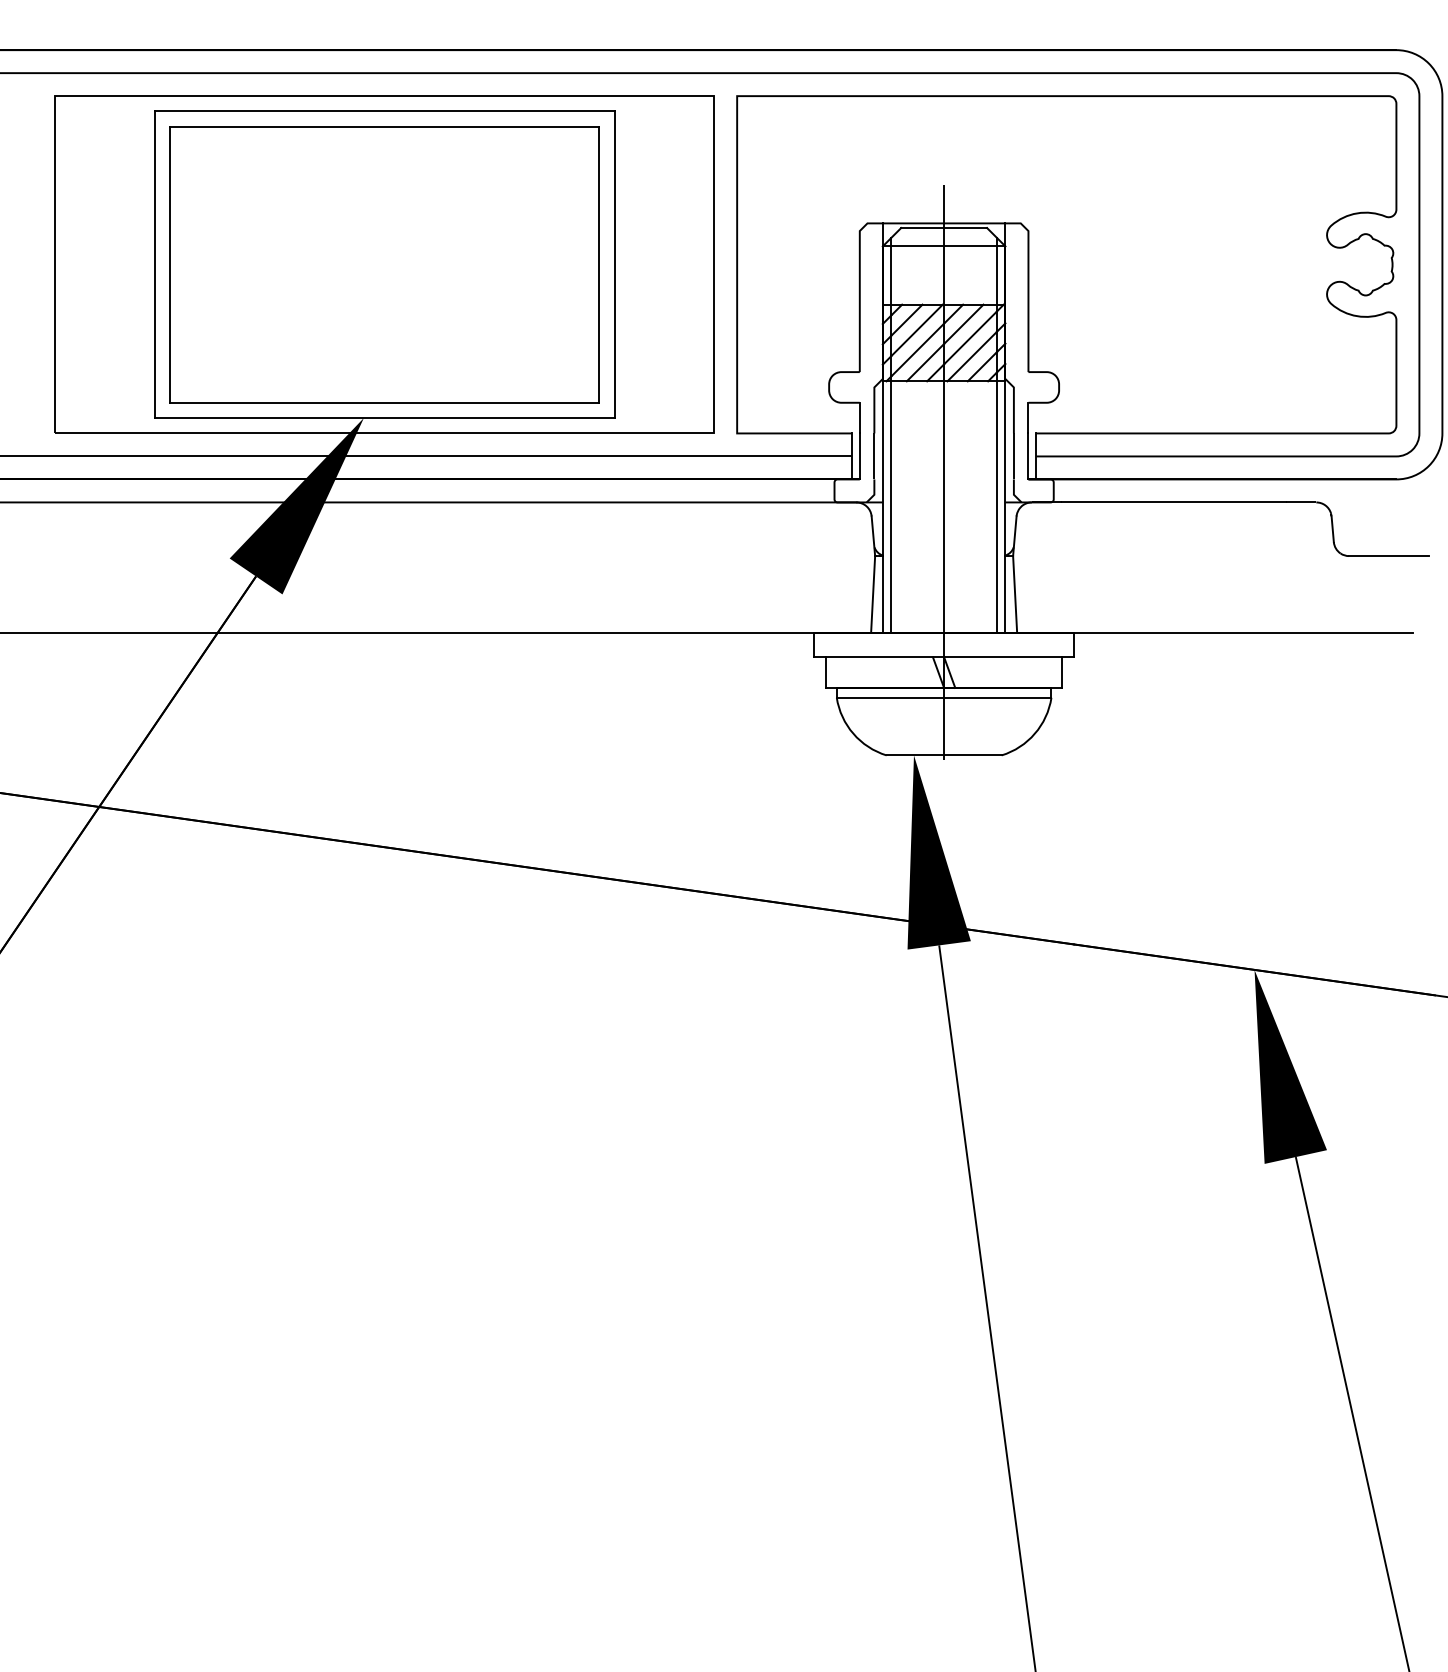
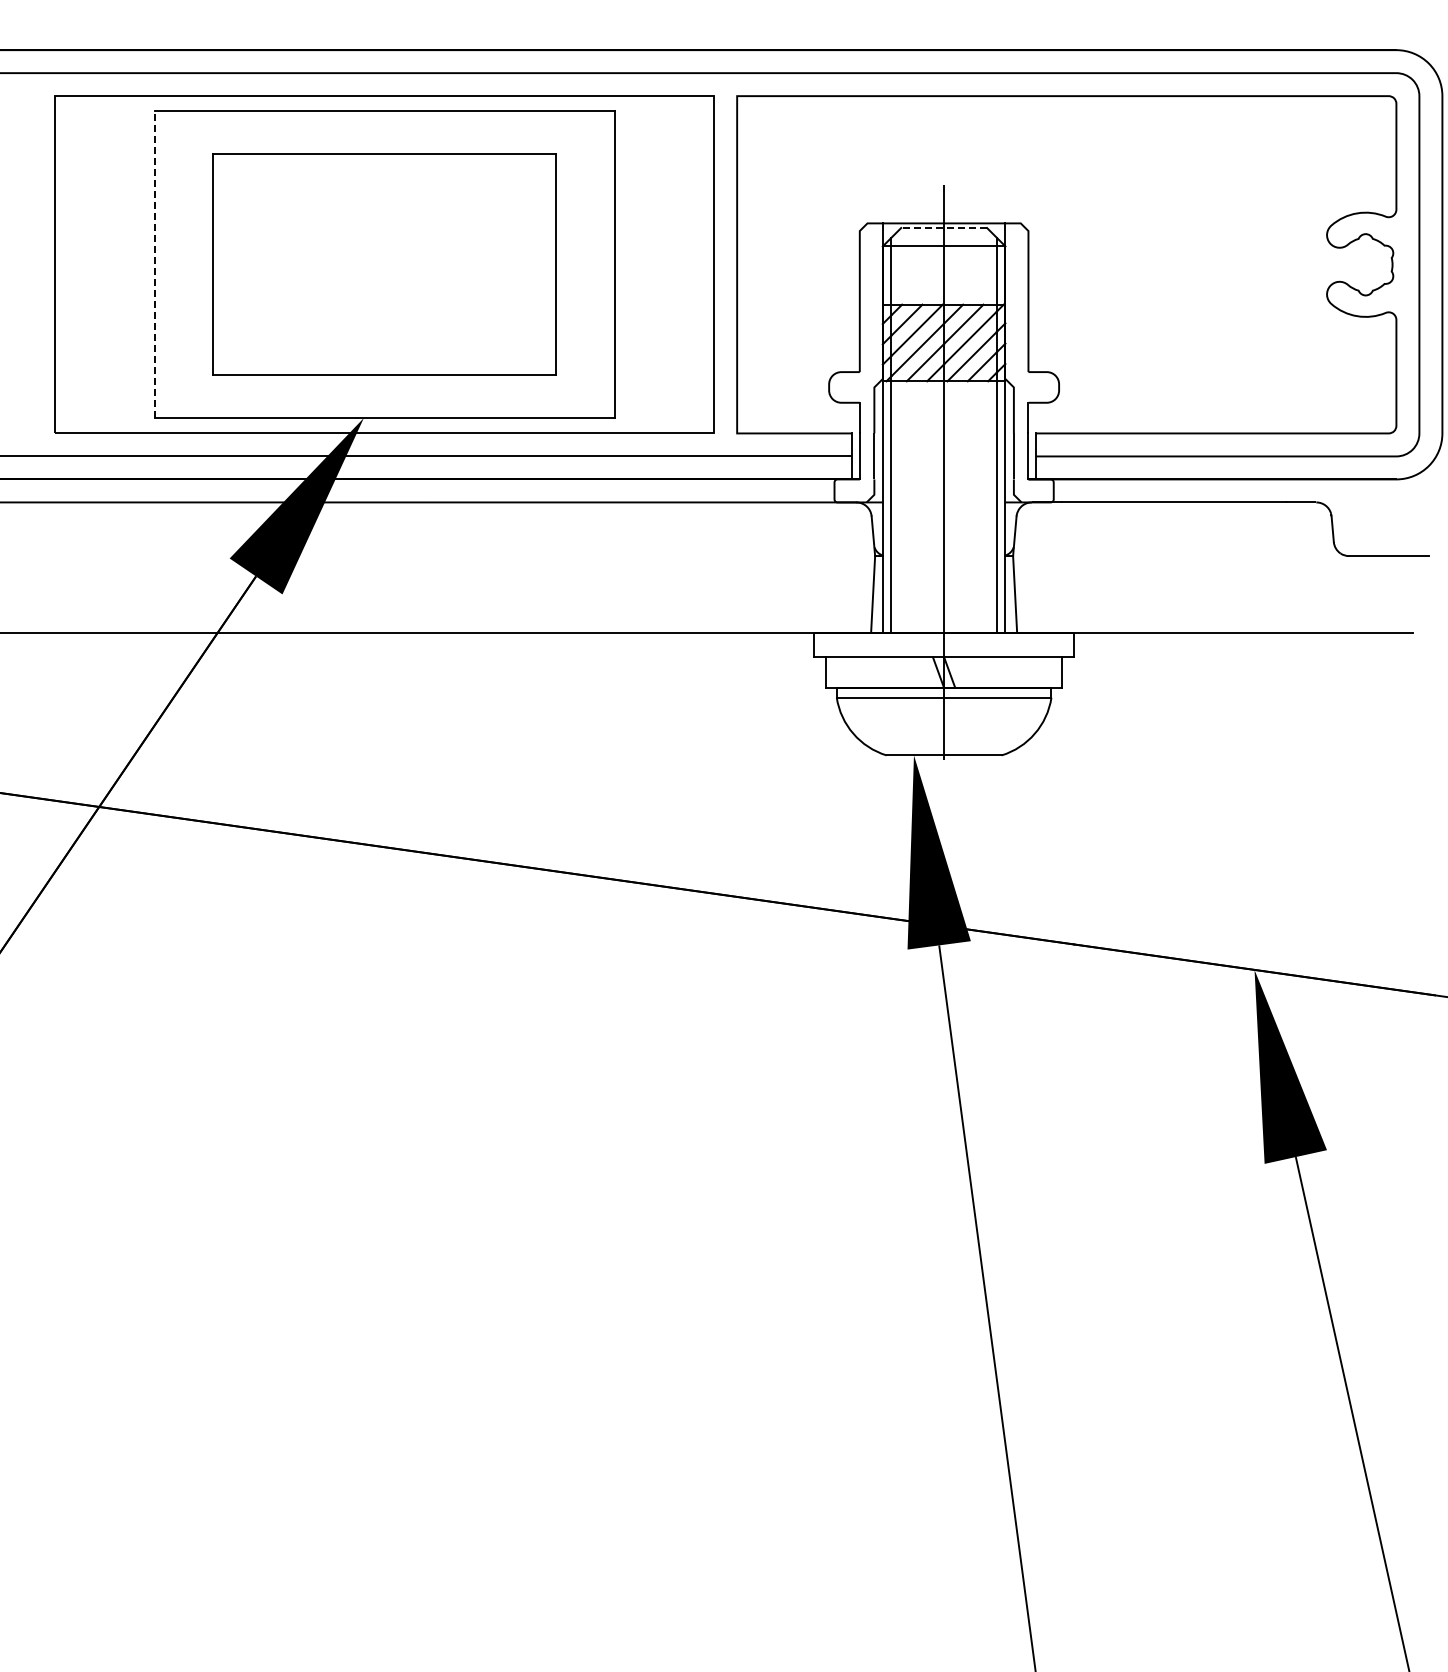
line at (944, 228): solid -> dashed
line at (154, 264): solid -> dashed
part at (384, 264) size: 431x278 px -> 345x223 px
